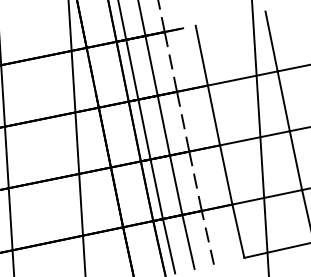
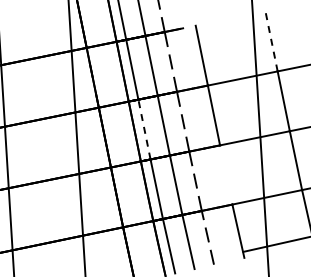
line at (271, 41): solid -> dashed
line at (144, 129): solid -> dashed
line at (226, 174): present -> none
line at (275, 250) position: (275, 250) -> (275, 244)
